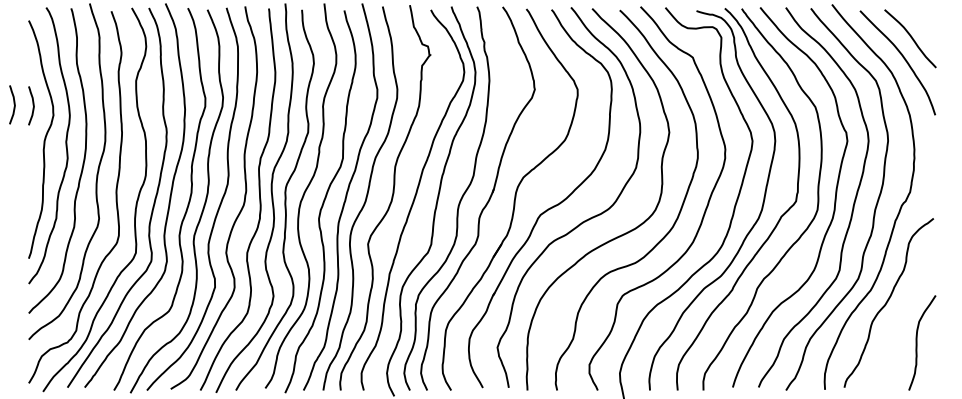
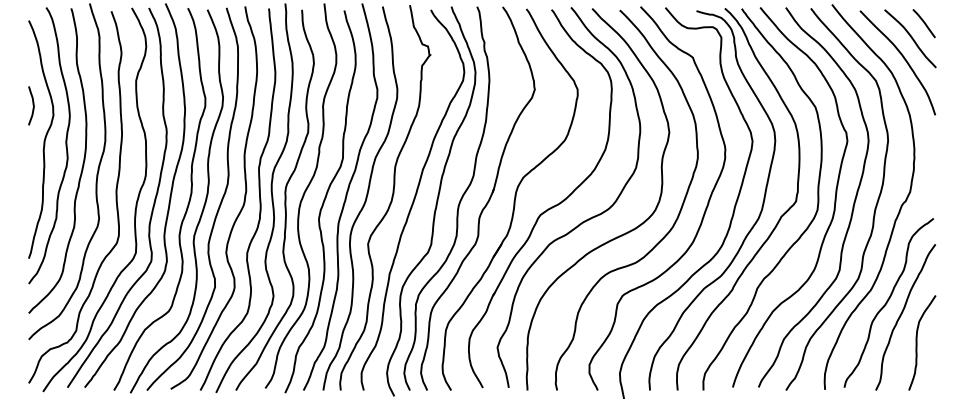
line at (923, 23): none -> present
curve at (13, 104): present -> none
curve at (901, 316): none -> present
